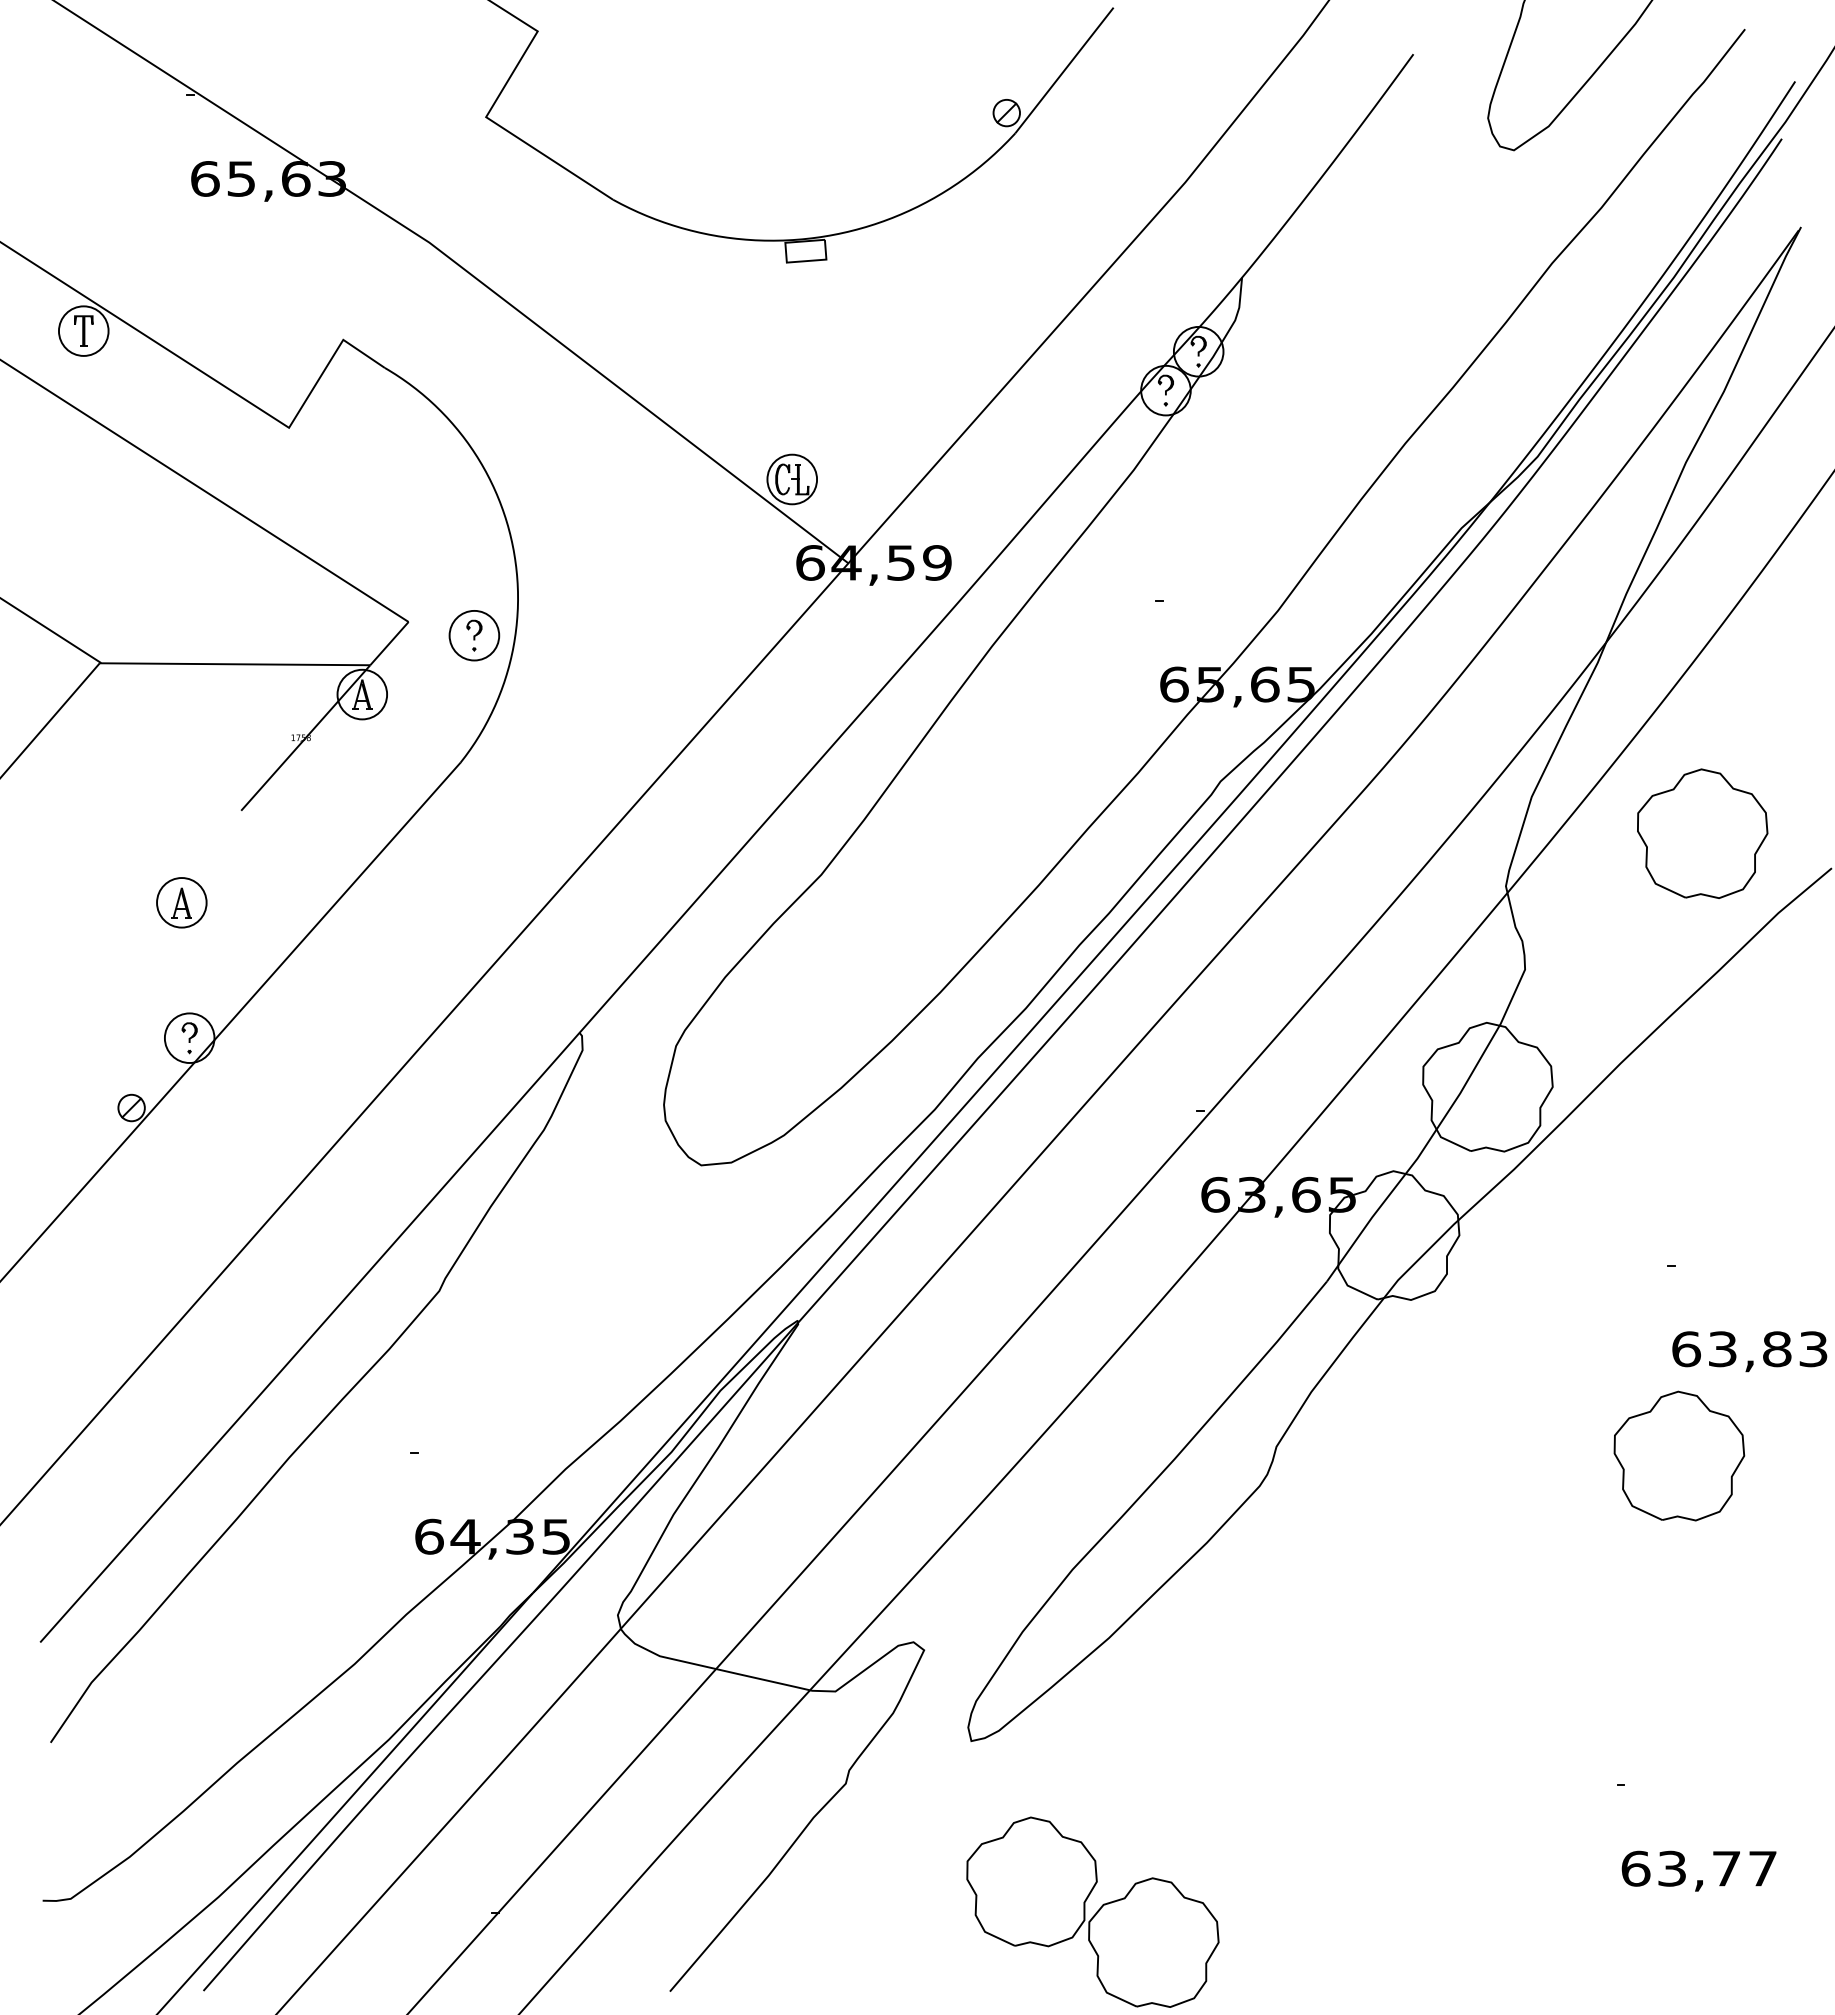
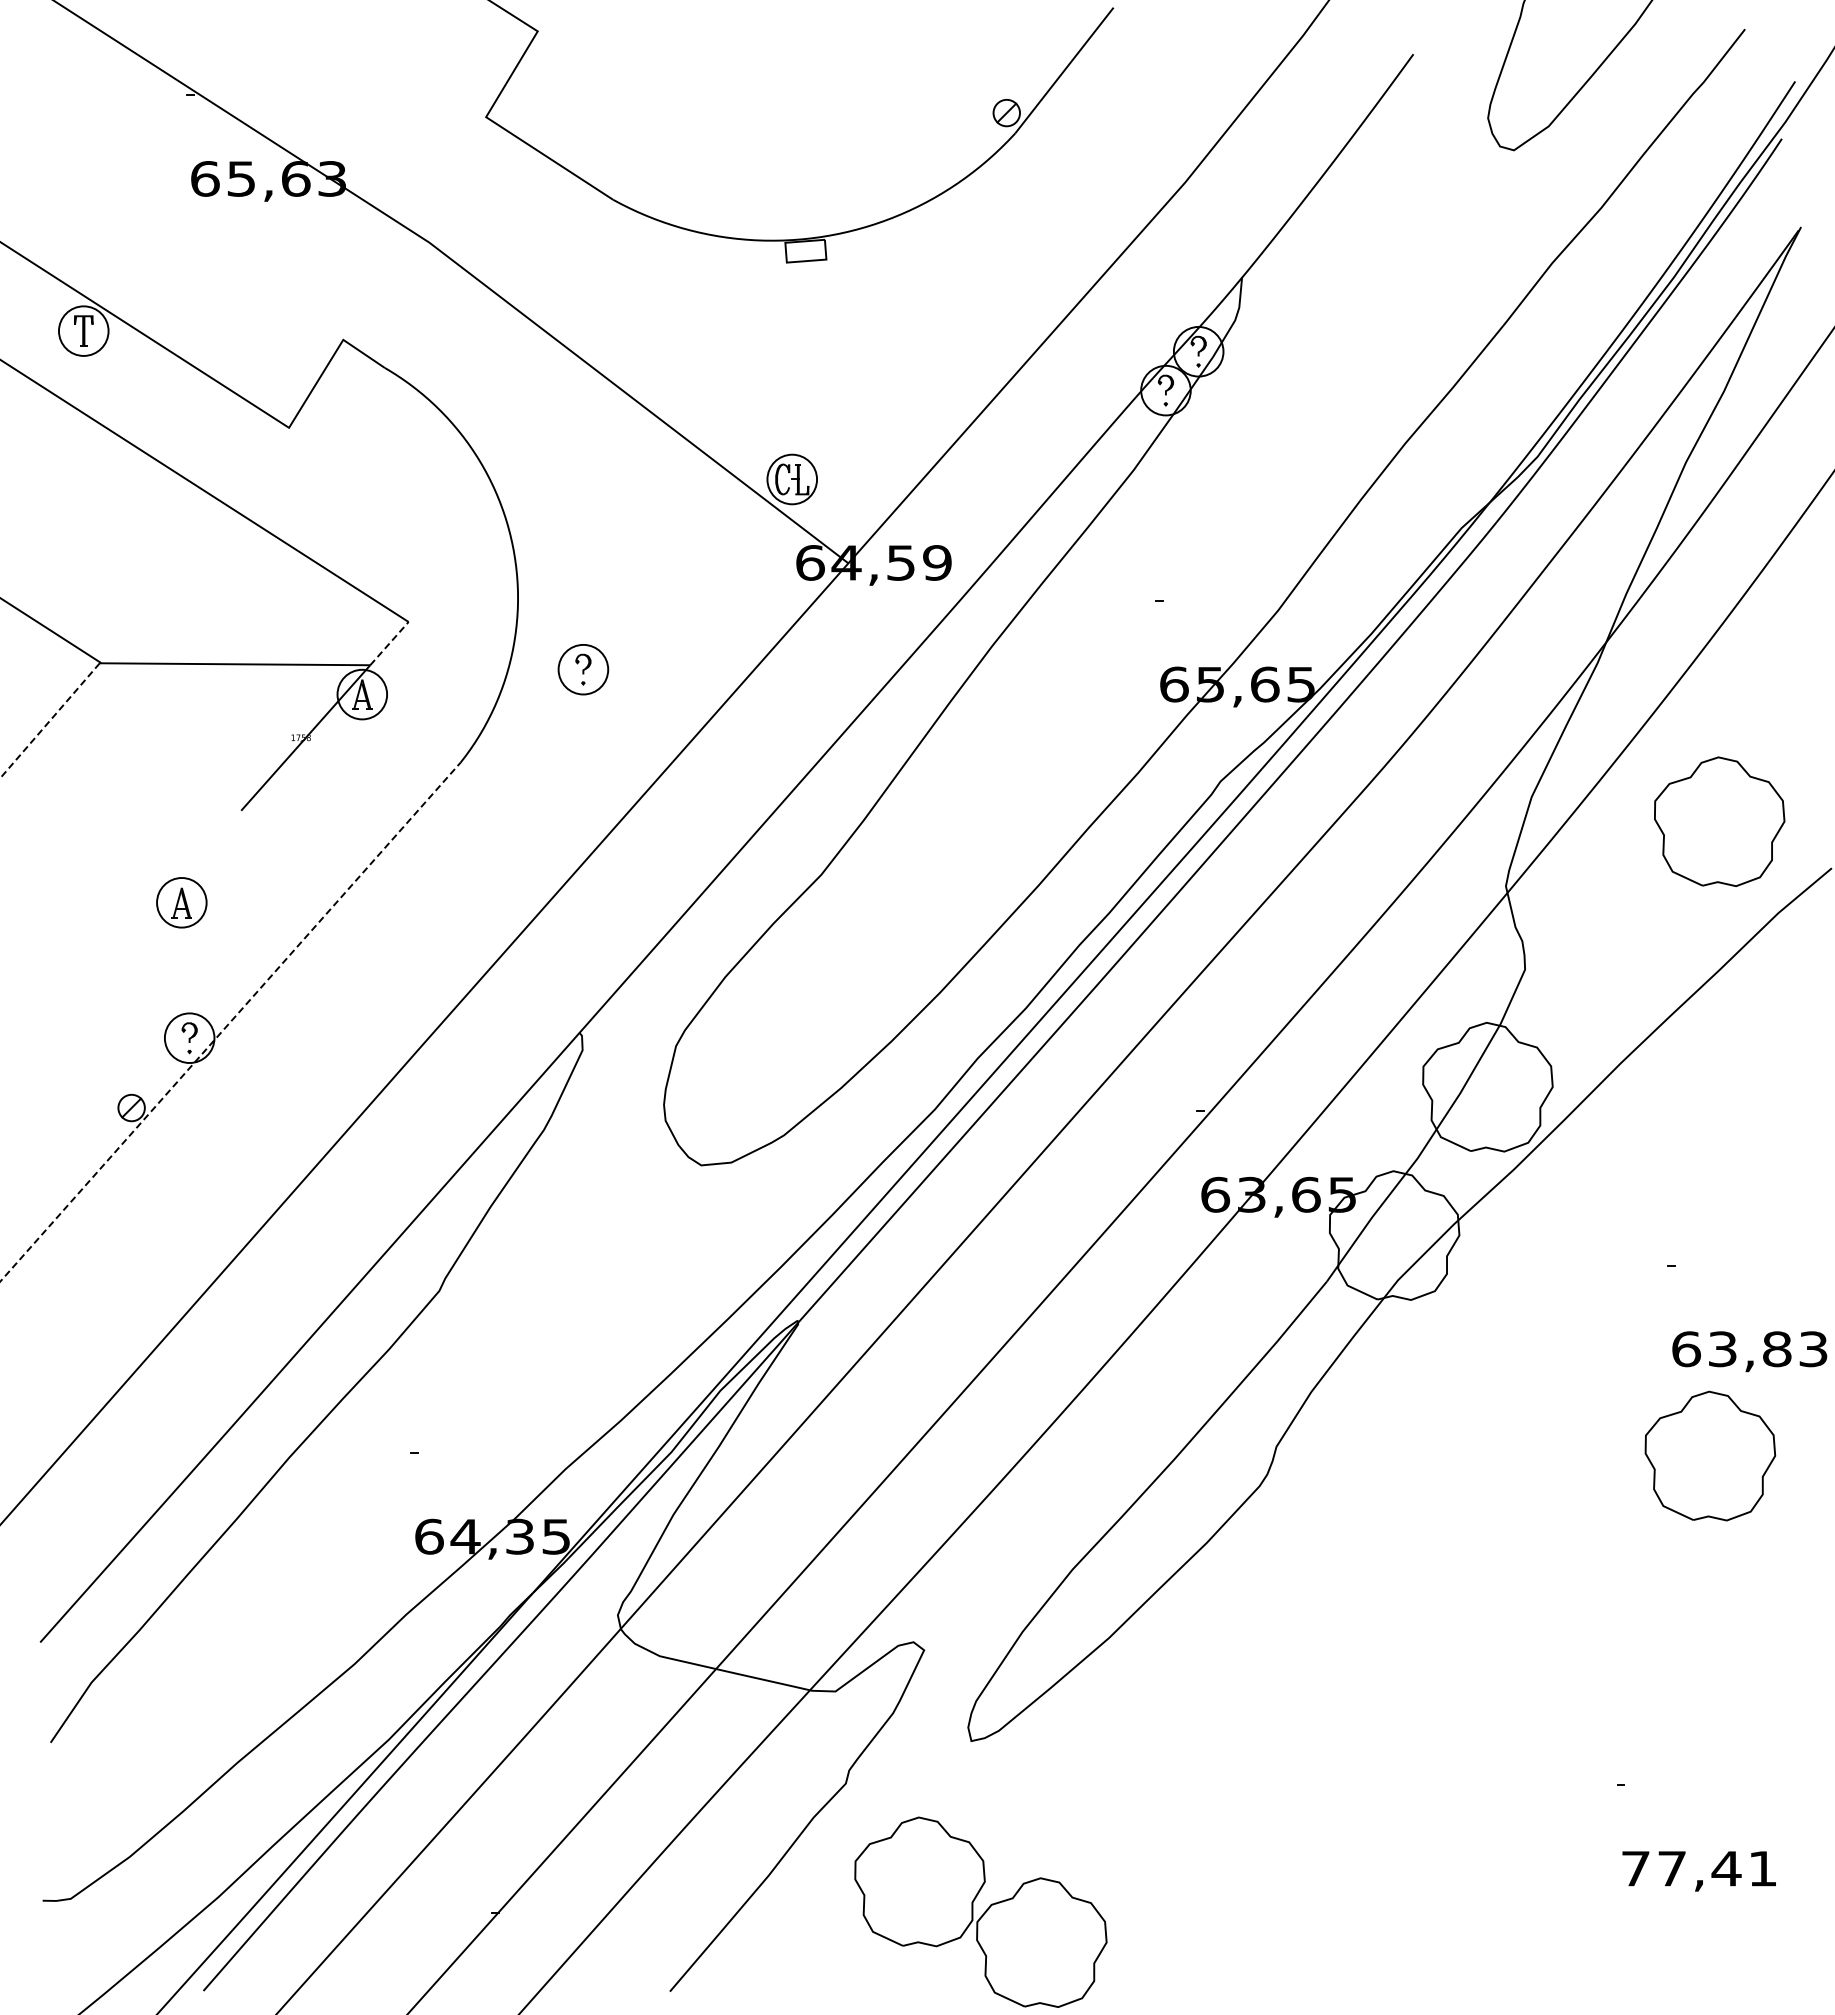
part at (474, 635) position: (474, 635) -> (583, 669)
line at (389, 643): solid -> dashed
line at (50, 720): solid -> dashed
part at (1702, 833) position: (1702, 833) -> (1719, 821)
line at (230, 1022): solid -> dashed
part at (1679, 1455) position: (1679, 1455) -> (1710, 1455)
text at (1698, 1868): 63,77 -> 77,41
part at (1092, 1911) position: (1092, 1911) -> (980, 1911)
